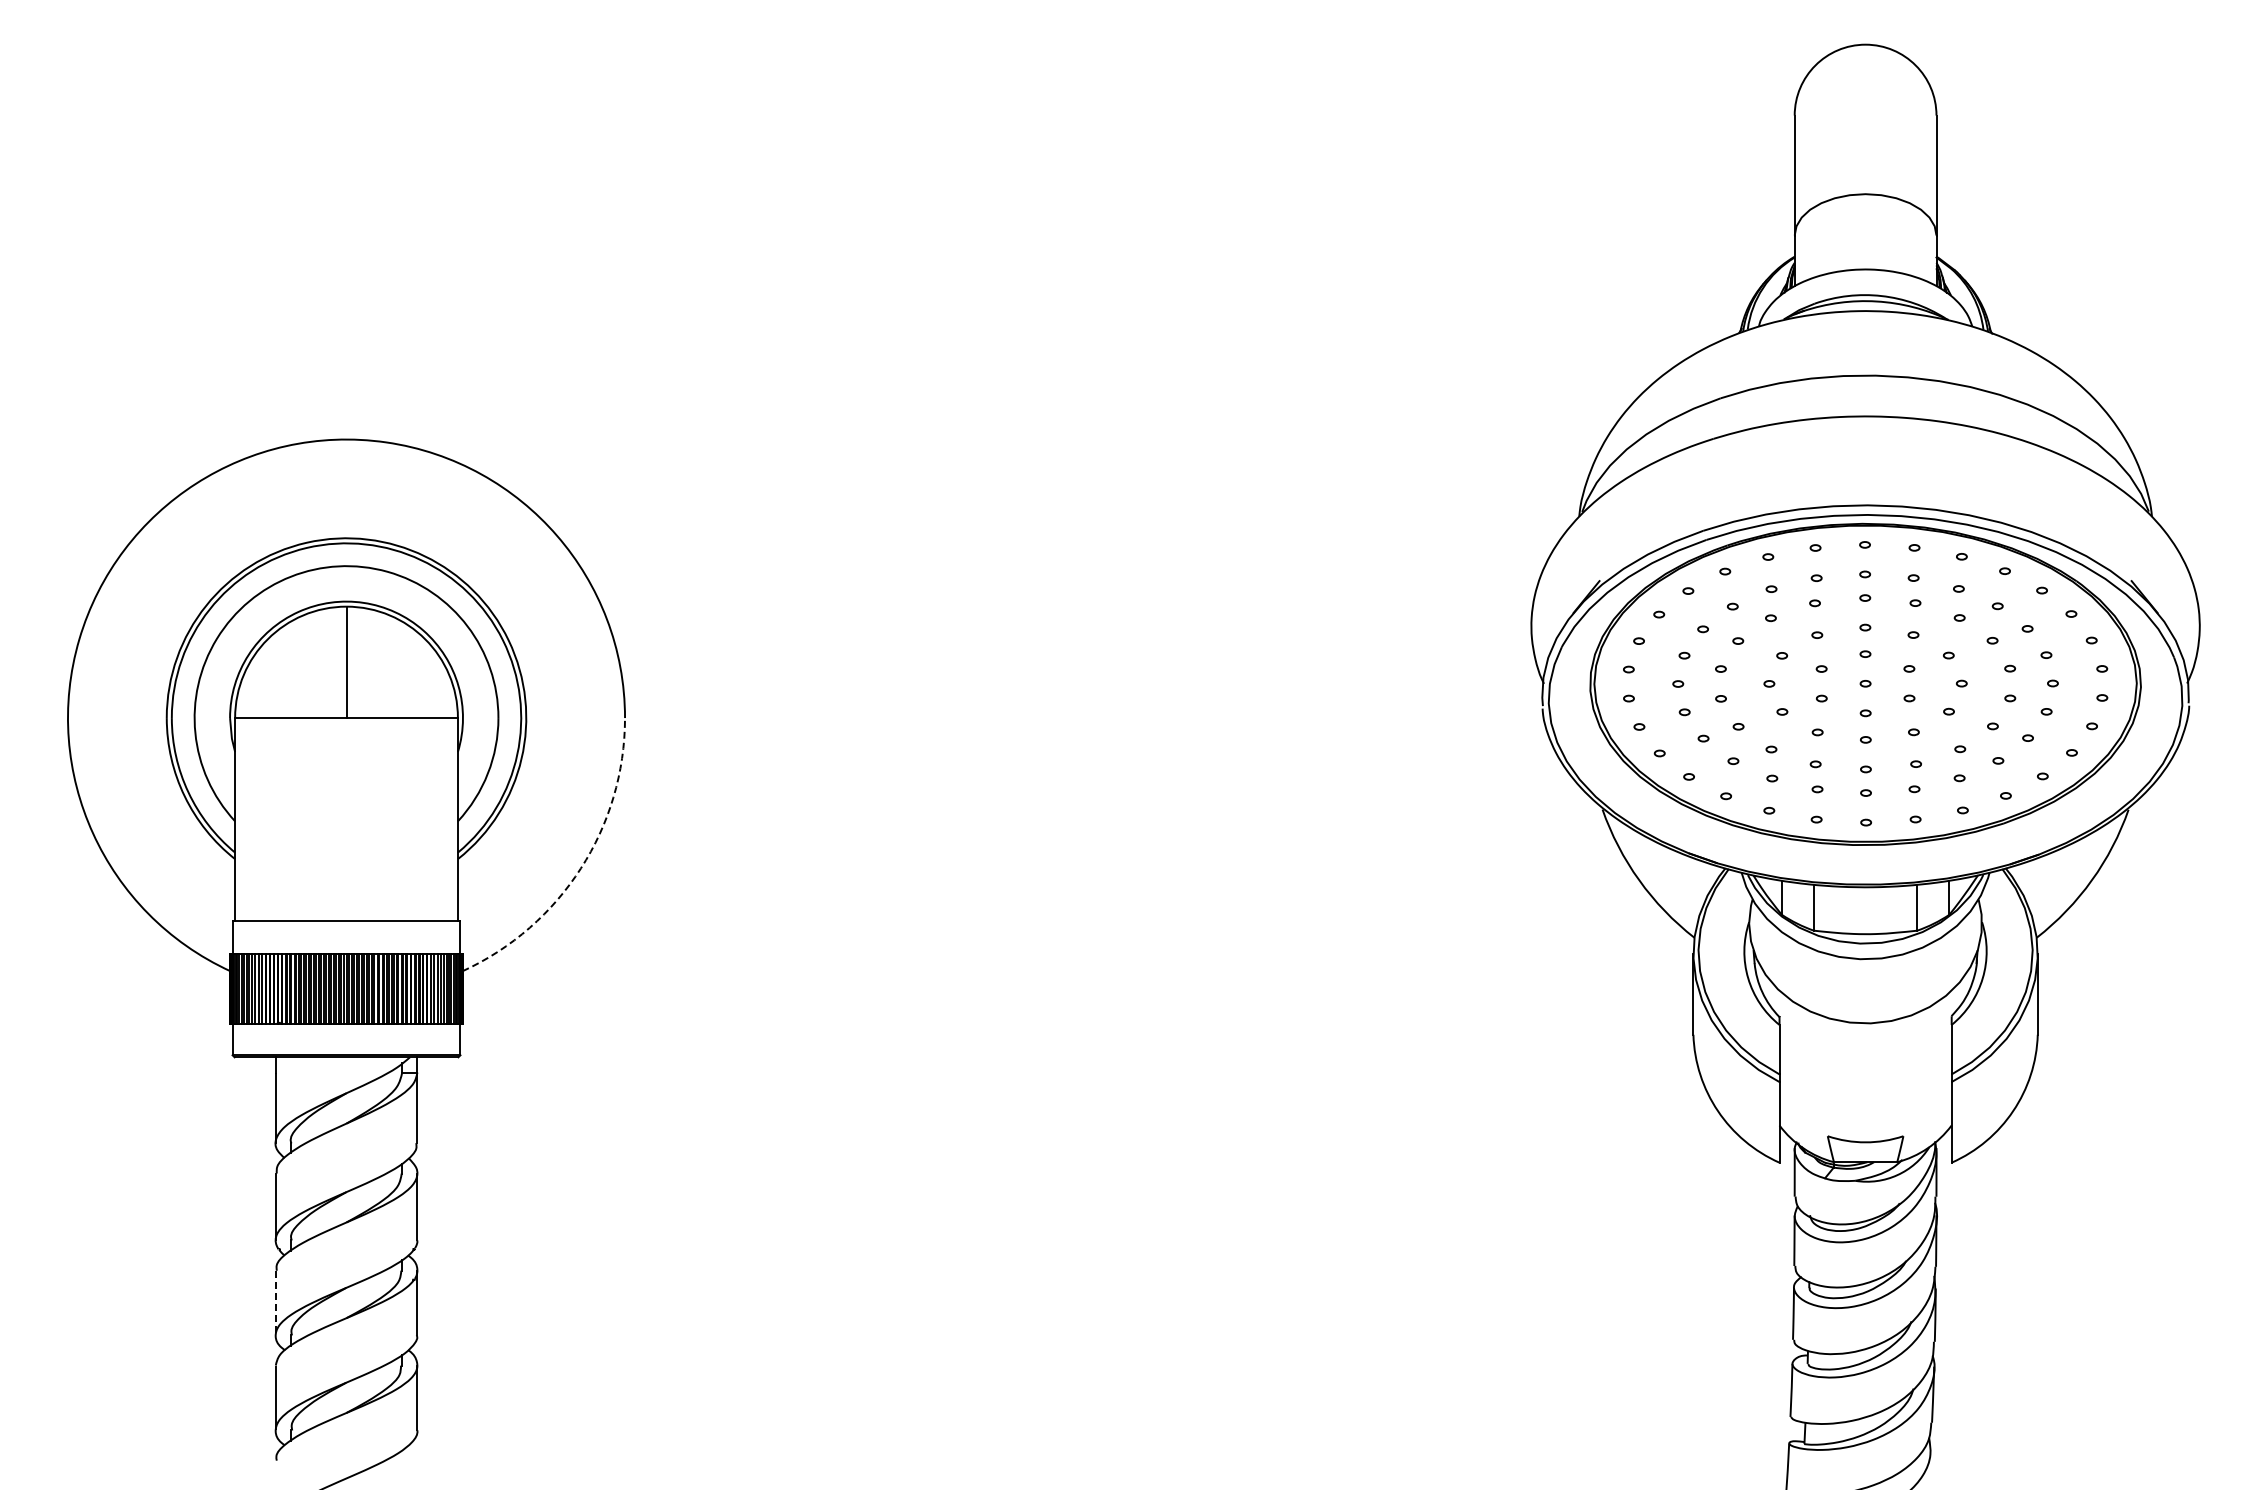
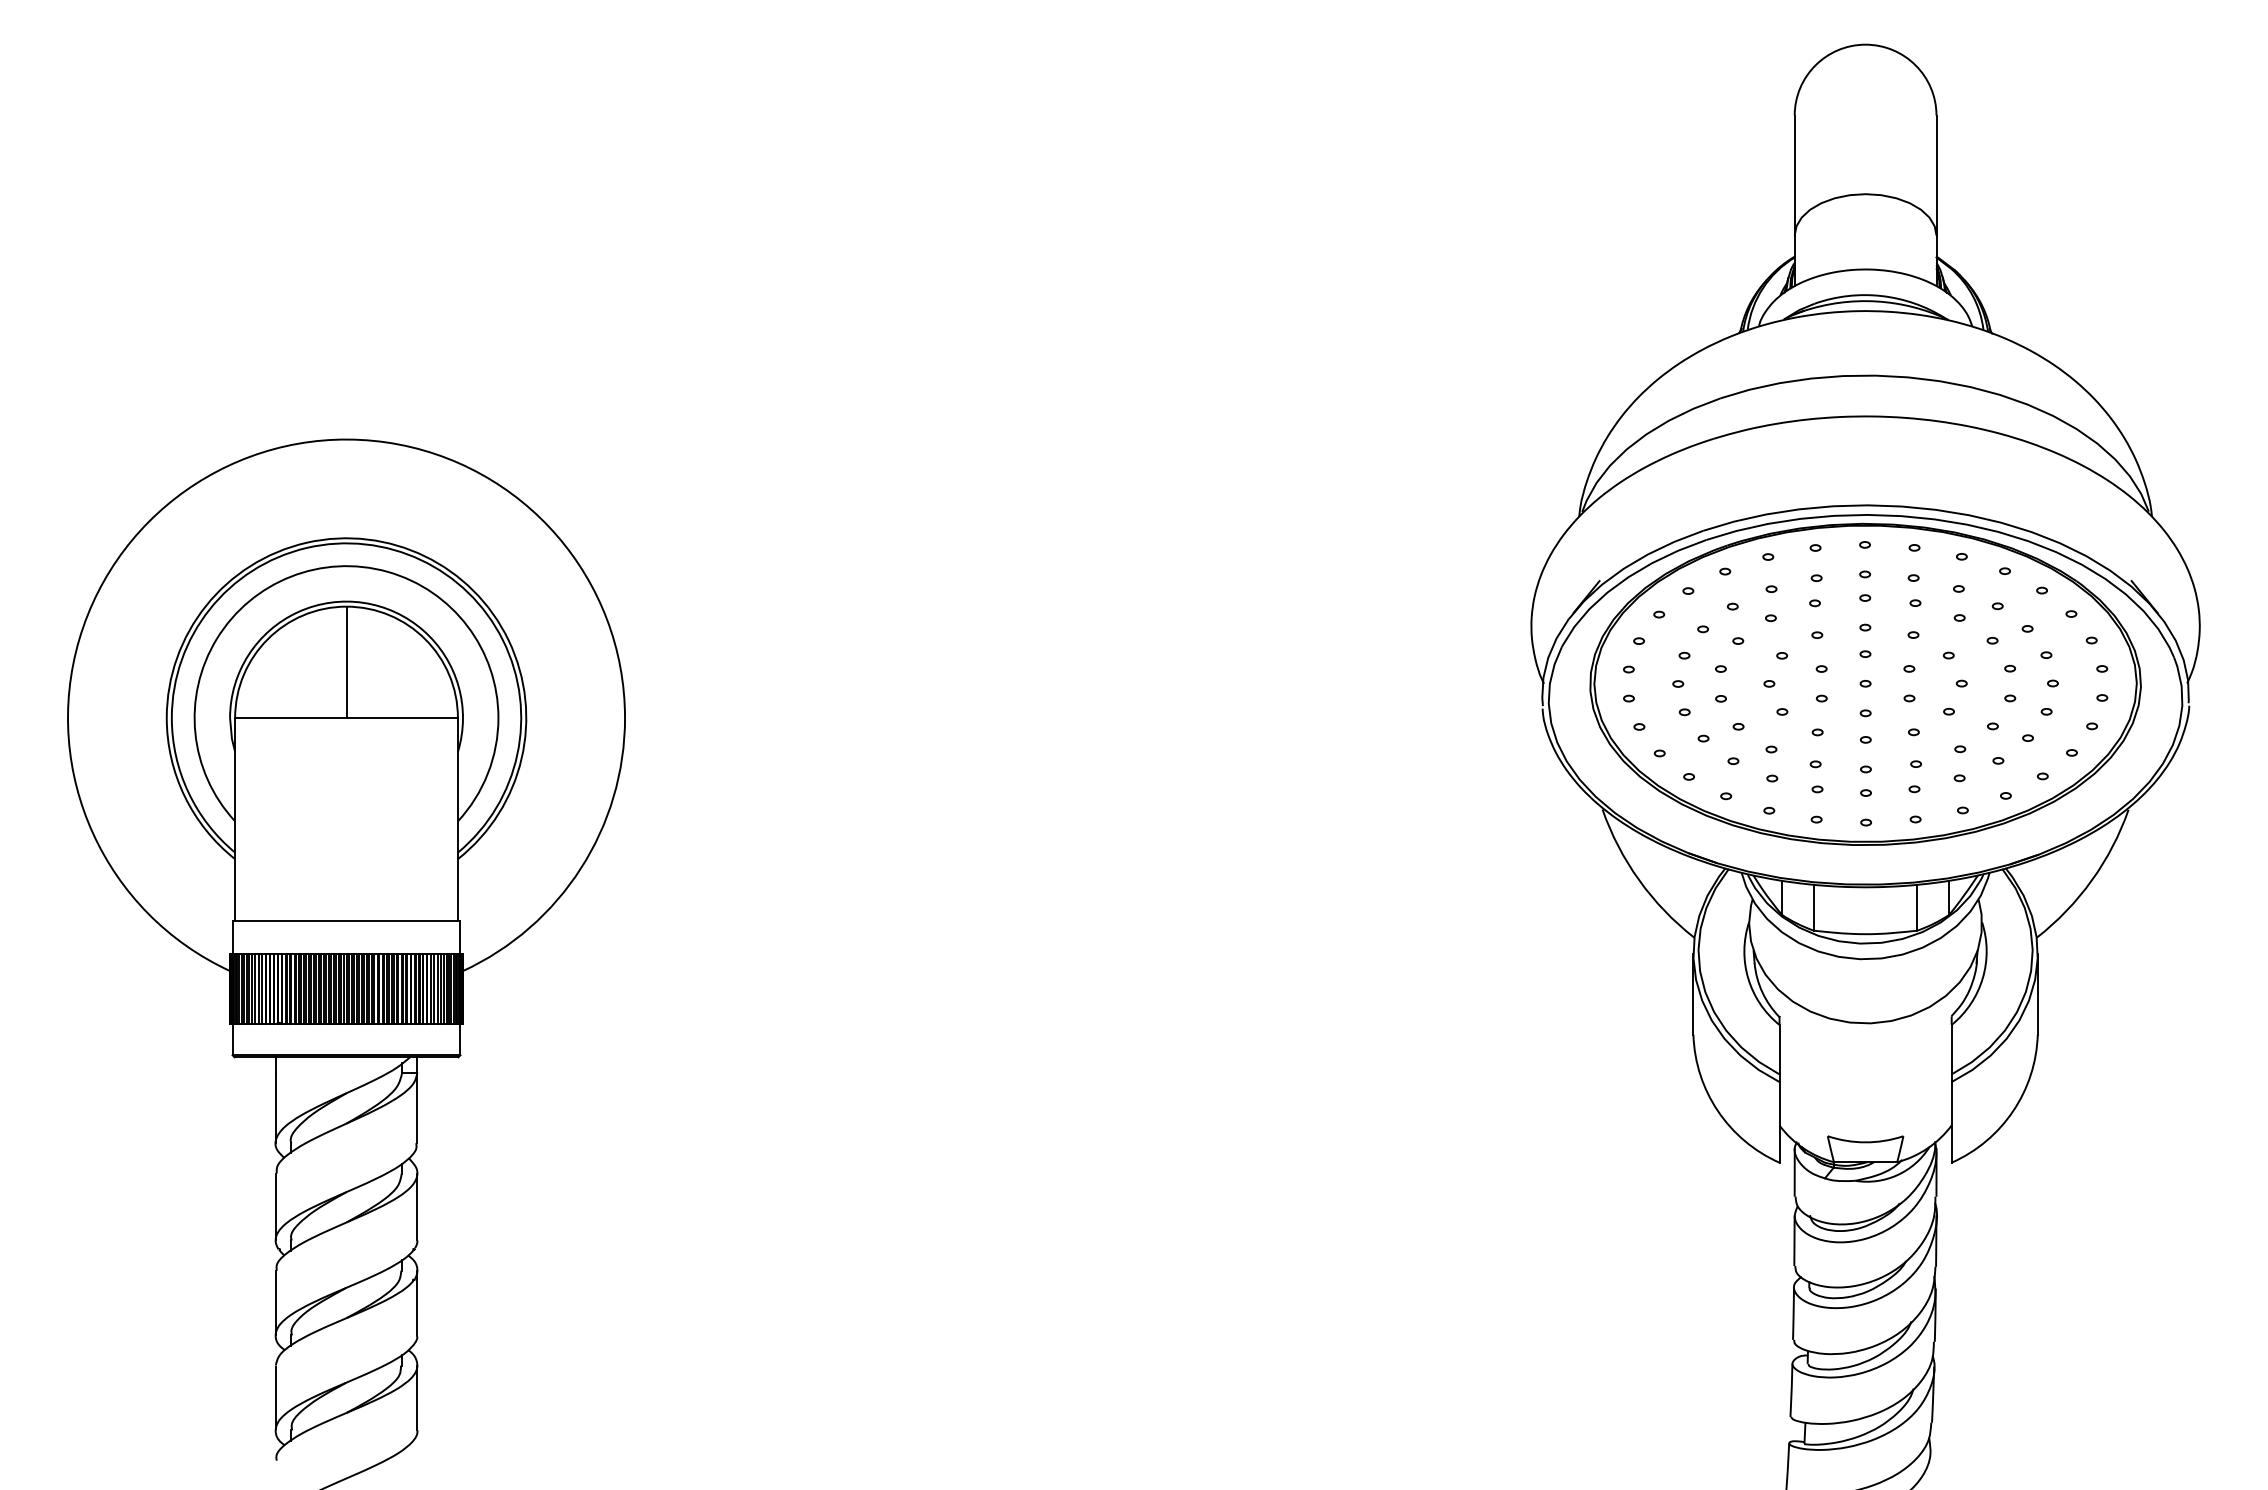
arc at (580, 868): dashed -> solid
line at (275, 1303): dashed -> solid
